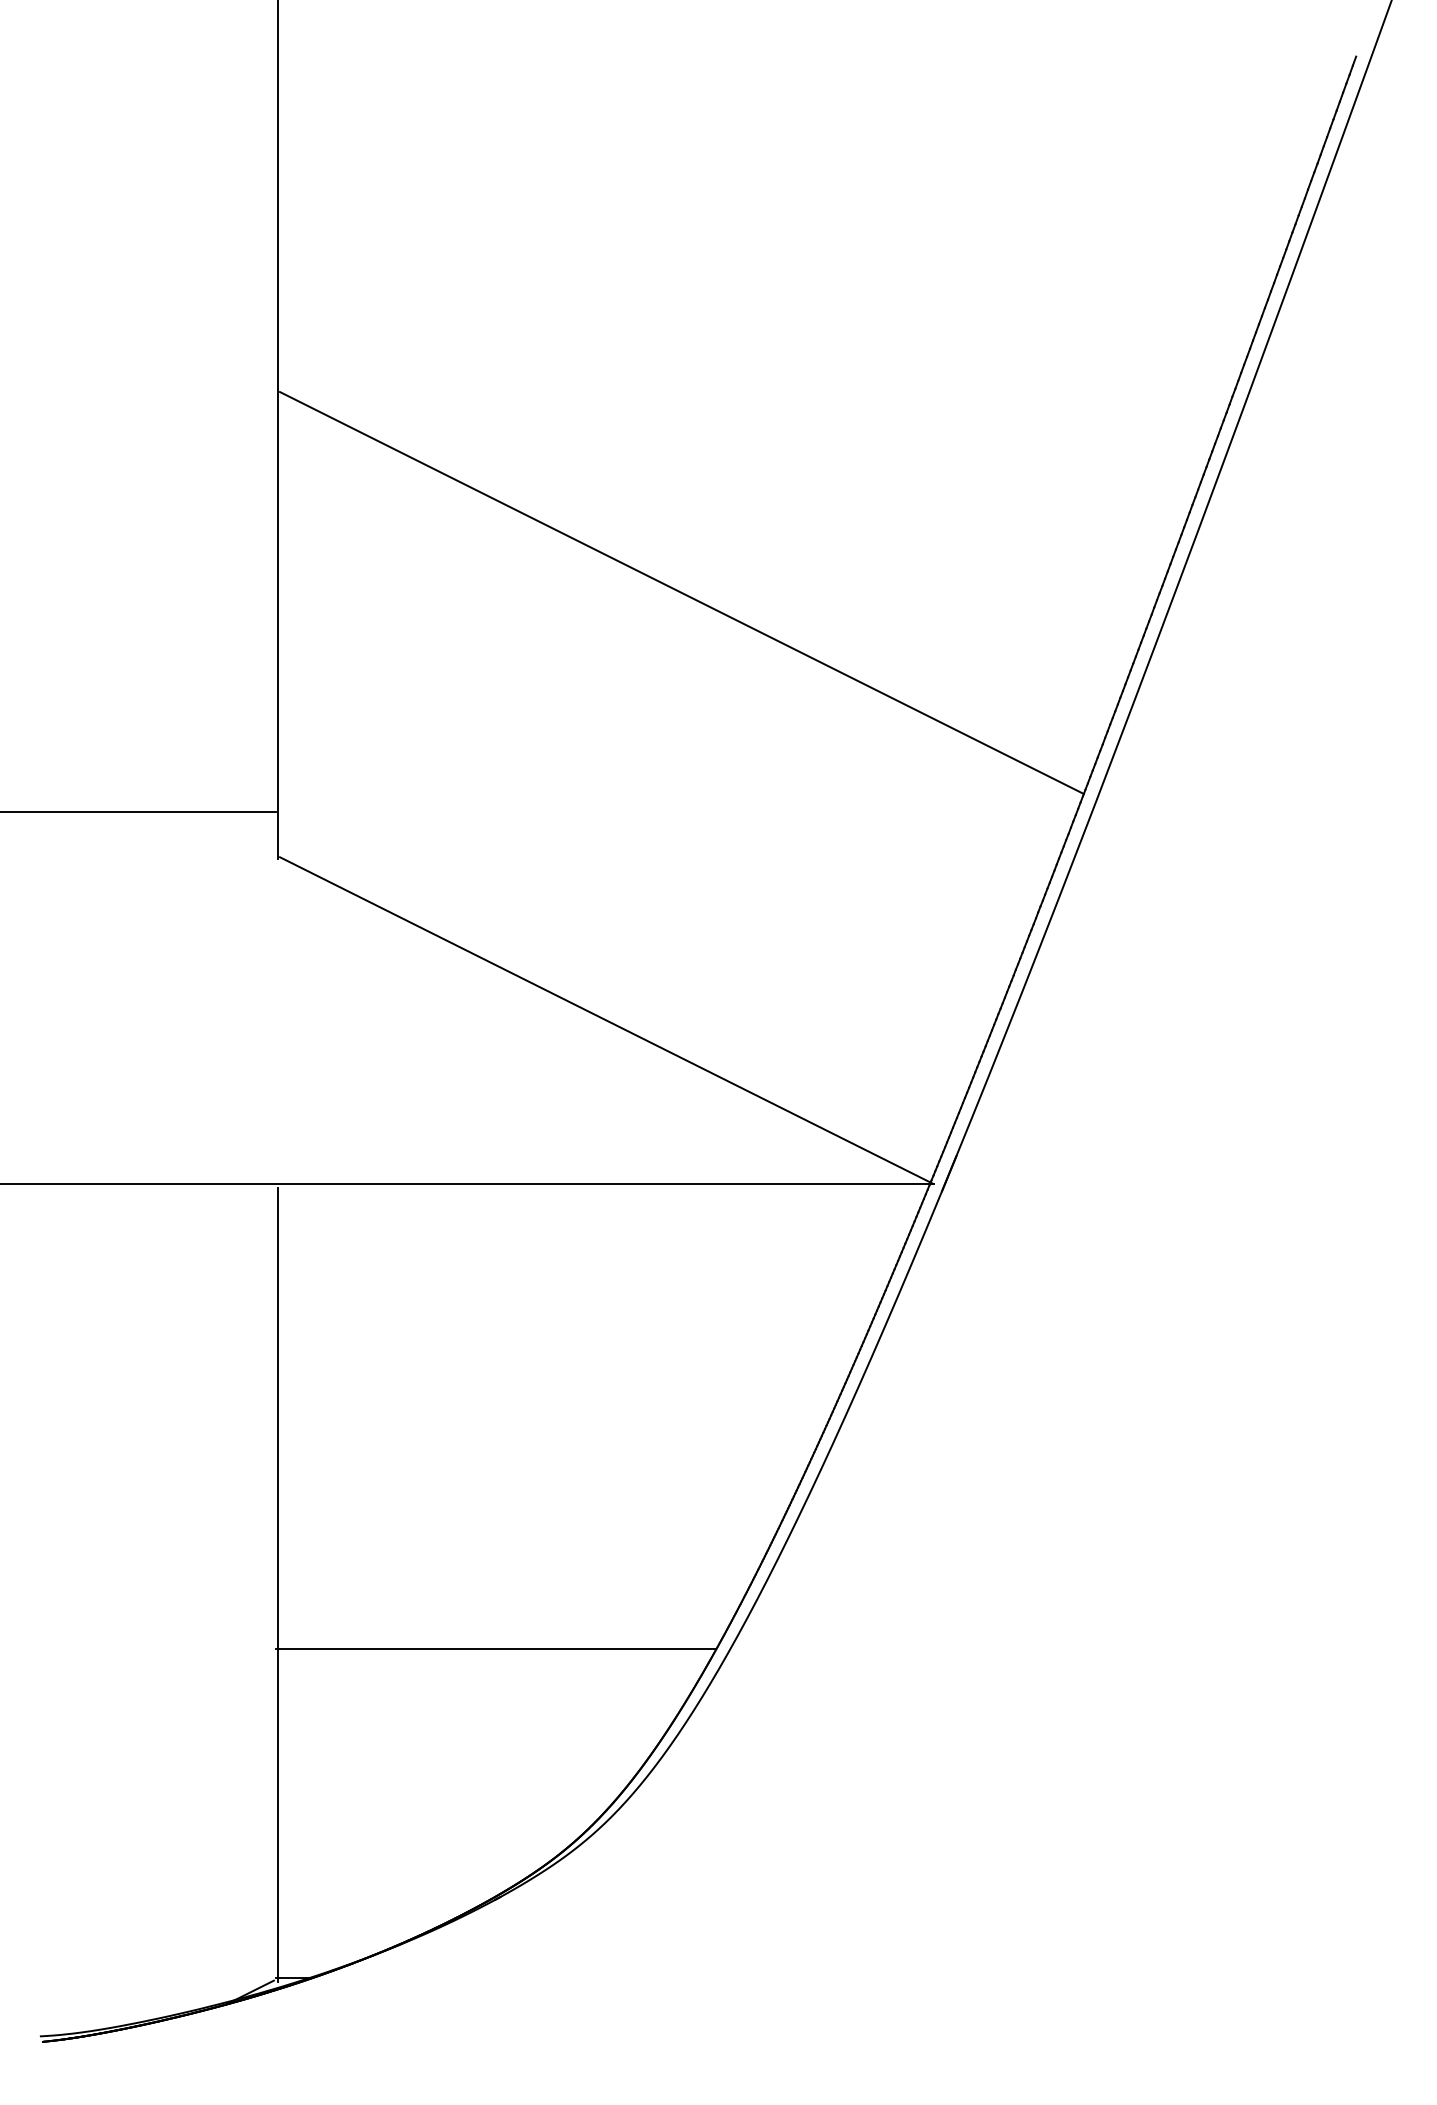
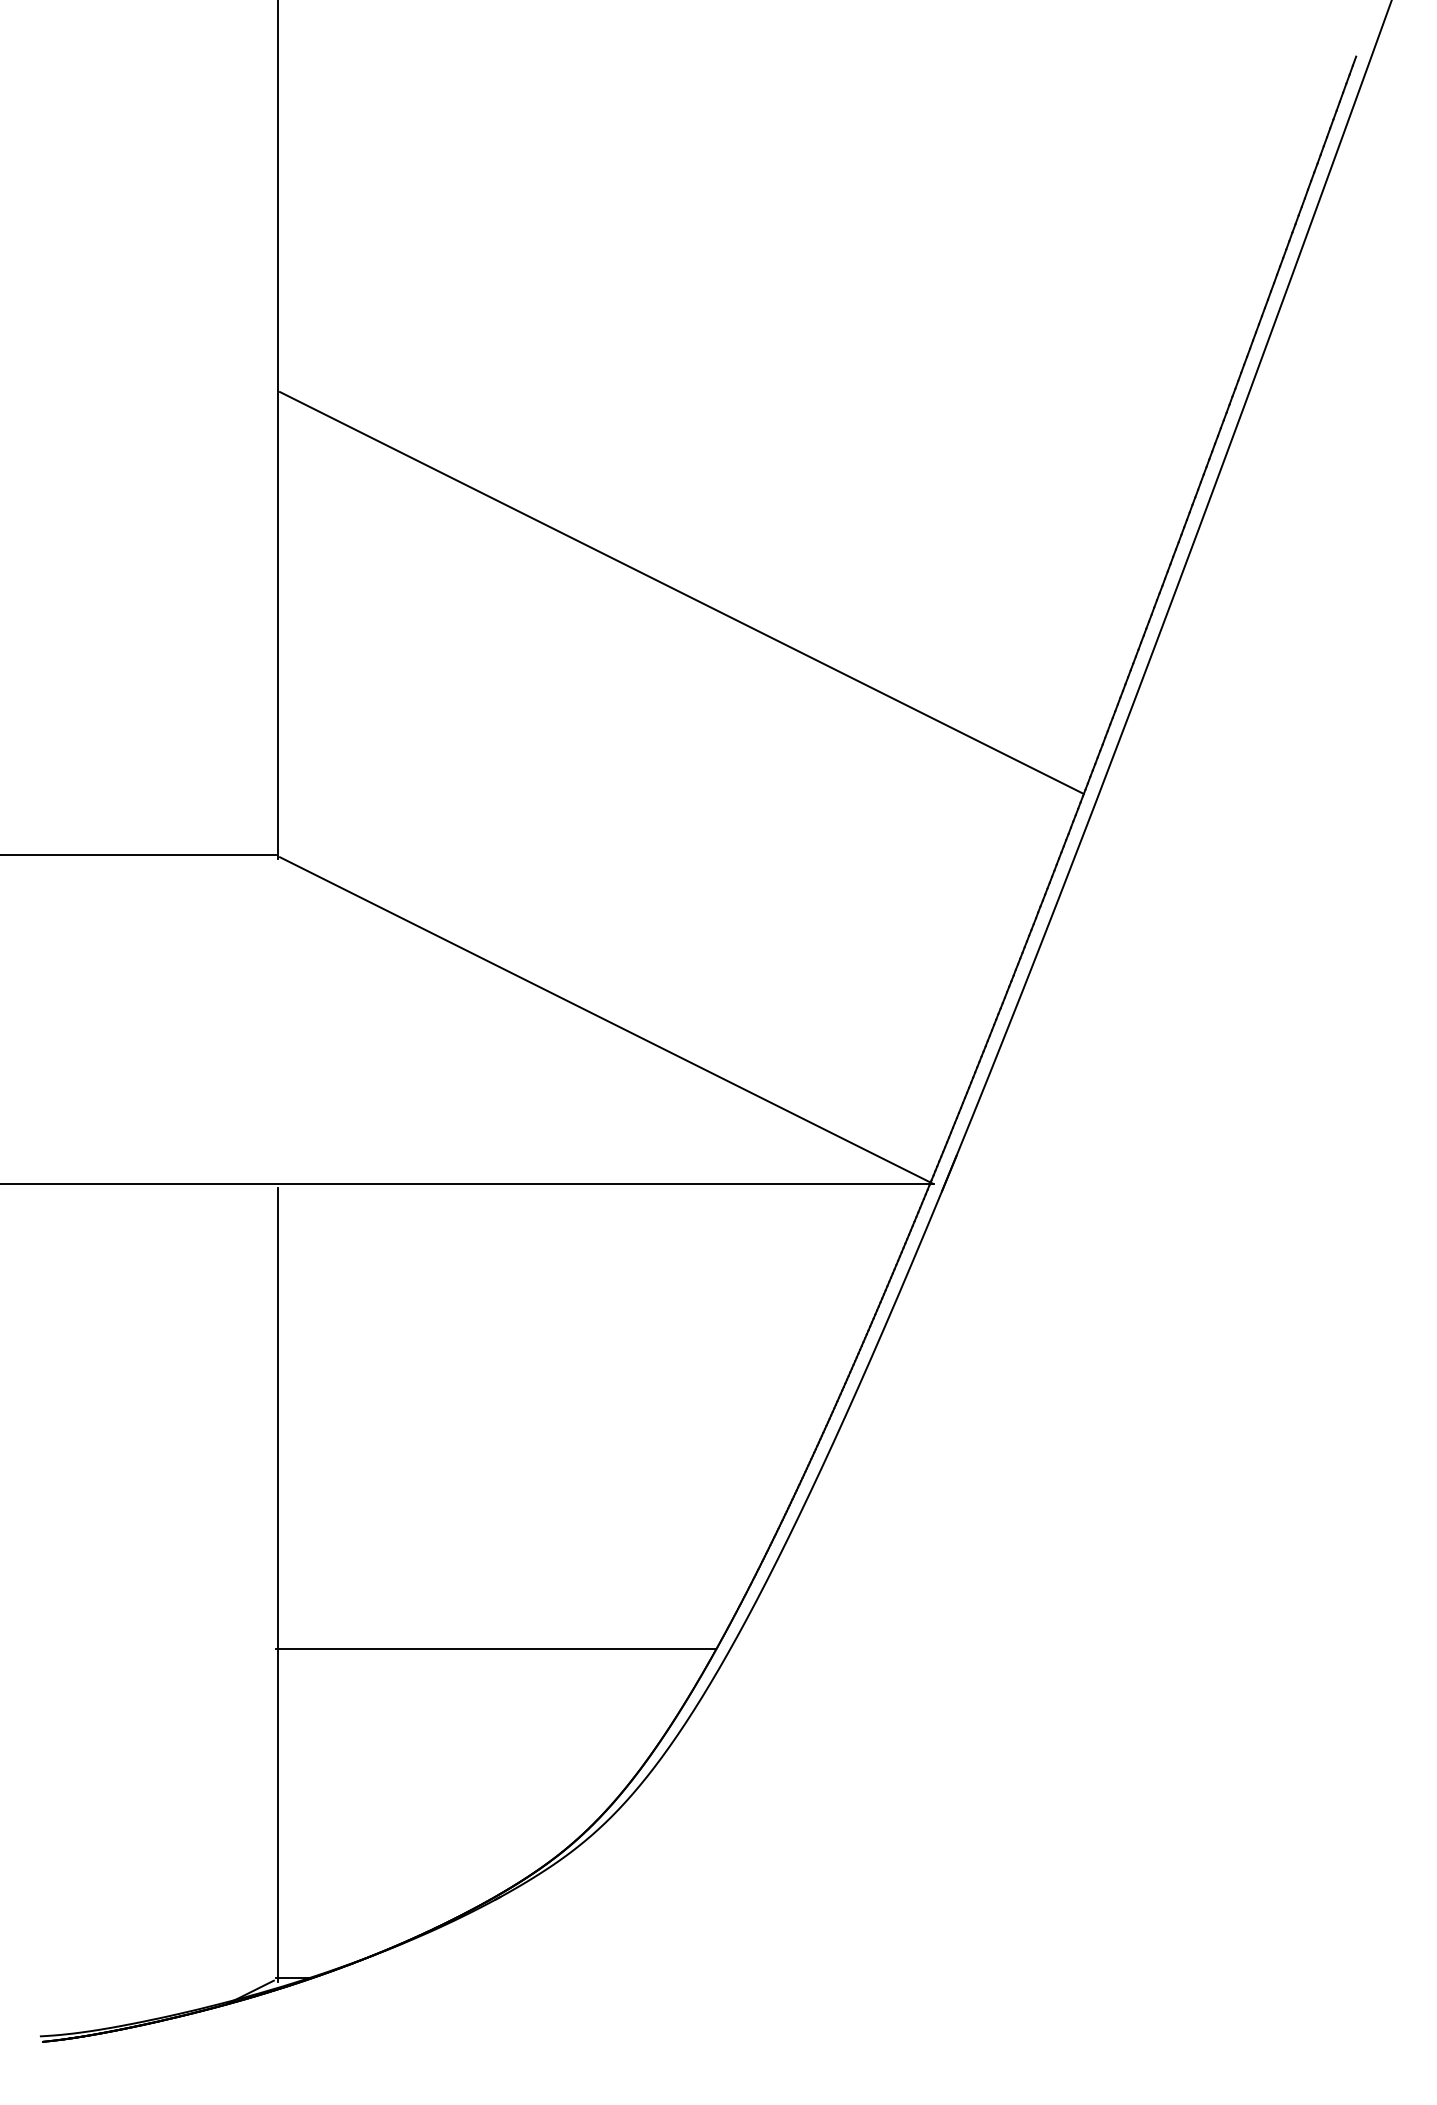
line at (139, 811) position: (139, 811) -> (139, 854)
